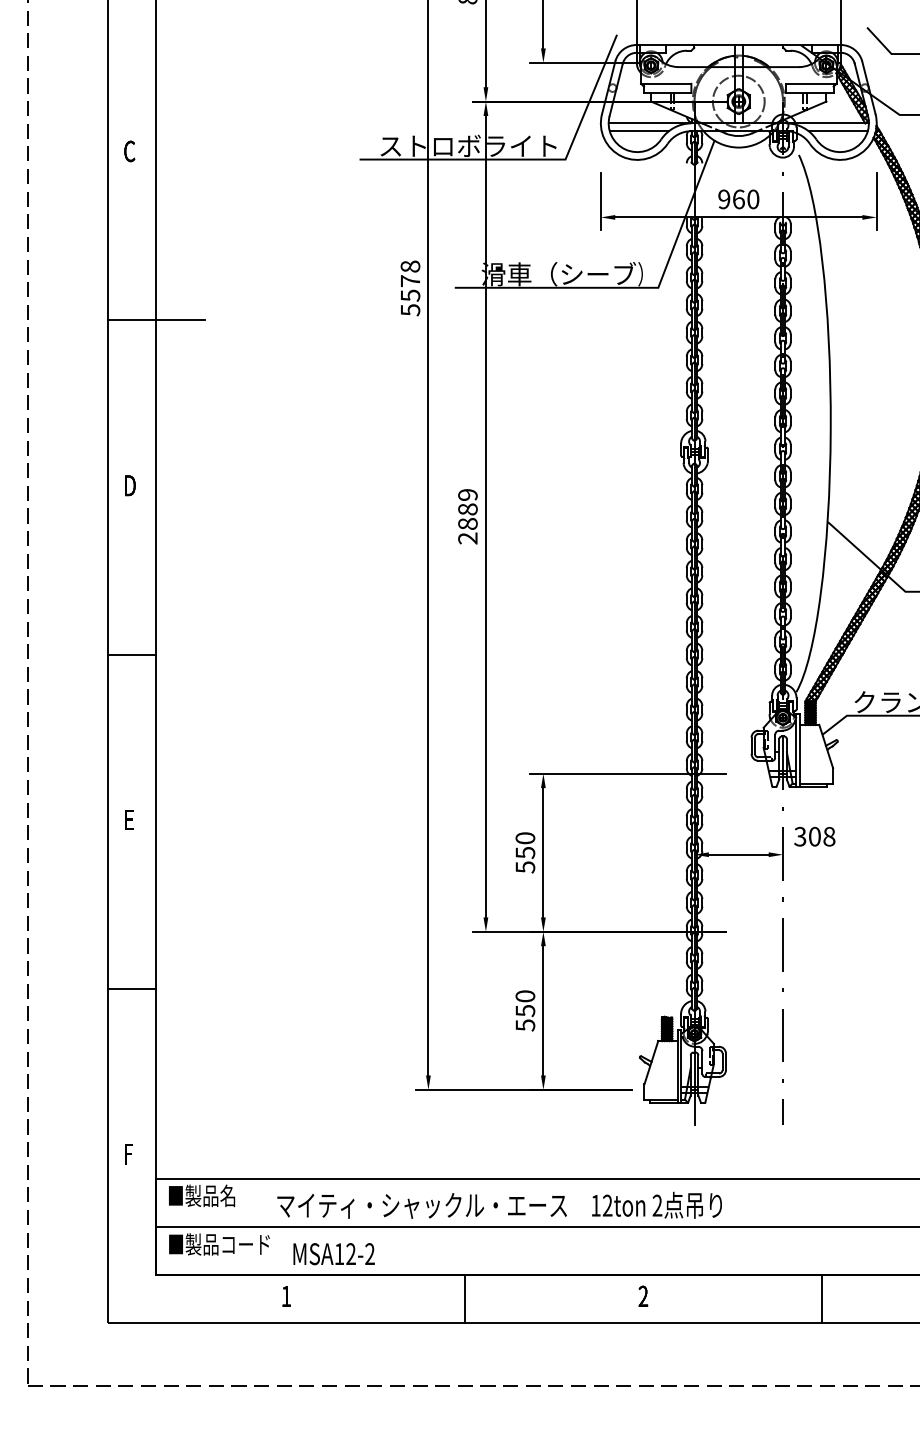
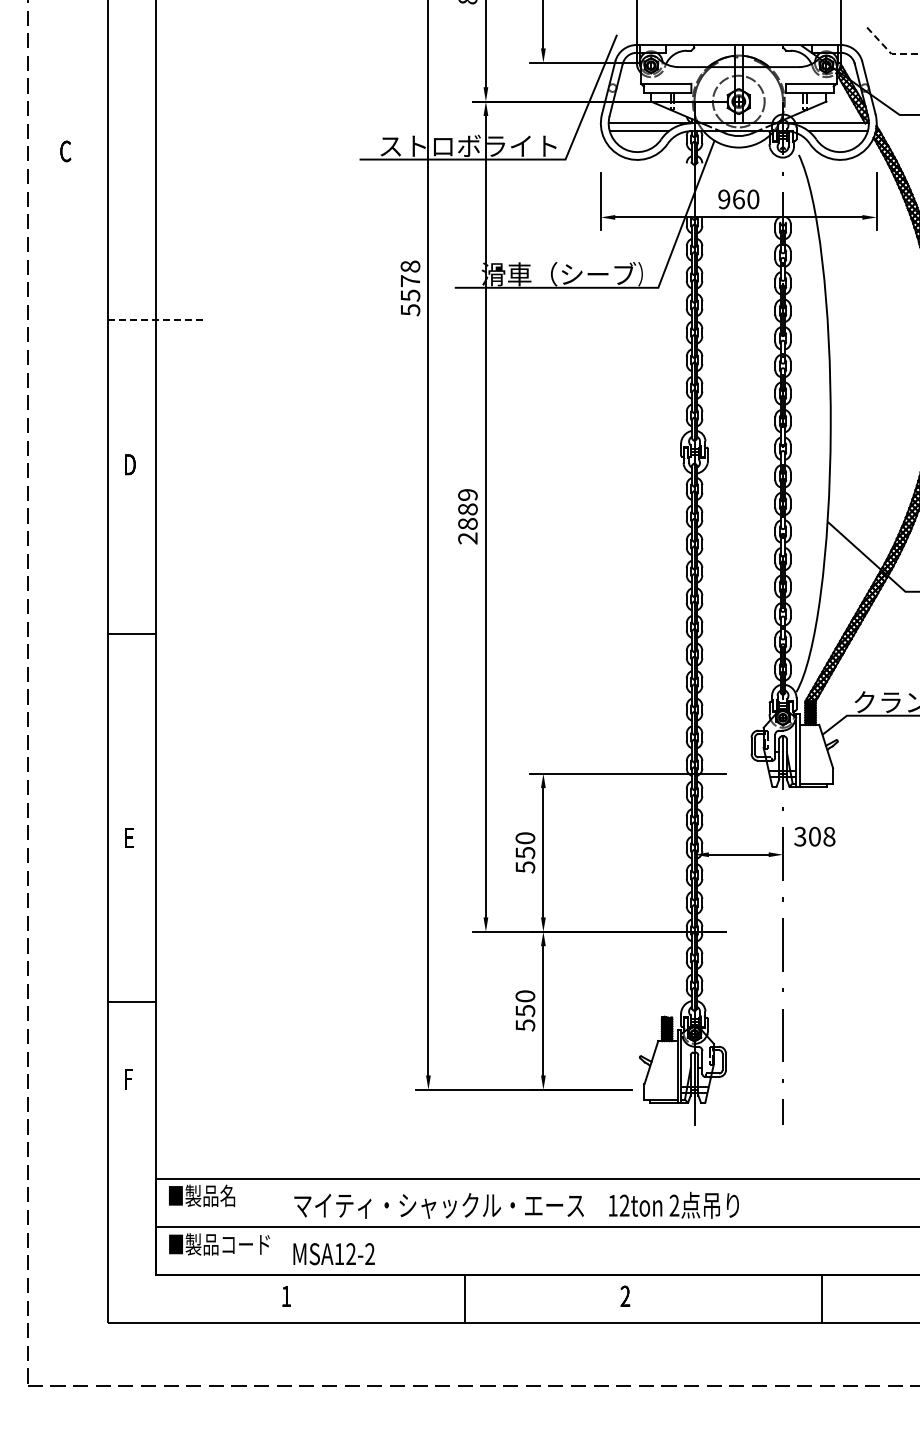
line at (888, 51): solid -> dashed
text at (129, 151) position: (129, 151) -> (65, 151)
line at (156, 320): solid -> dashed
text at (130, 485) position: (130, 485) -> (130, 464)
line at (132, 654) position: (132, 654) -> (132, 633)
text at (129, 819) position: (129, 819) -> (129, 837)
line at (132, 988) position: (132, 988) -> (132, 1001)
text at (128, 1154) position: (128, 1154) -> (128, 1079)
text at (499, 1204) position: (499, 1204) -> (516, 1204)
text at (643, 1295) position: (643, 1295) -> (625, 1295)
